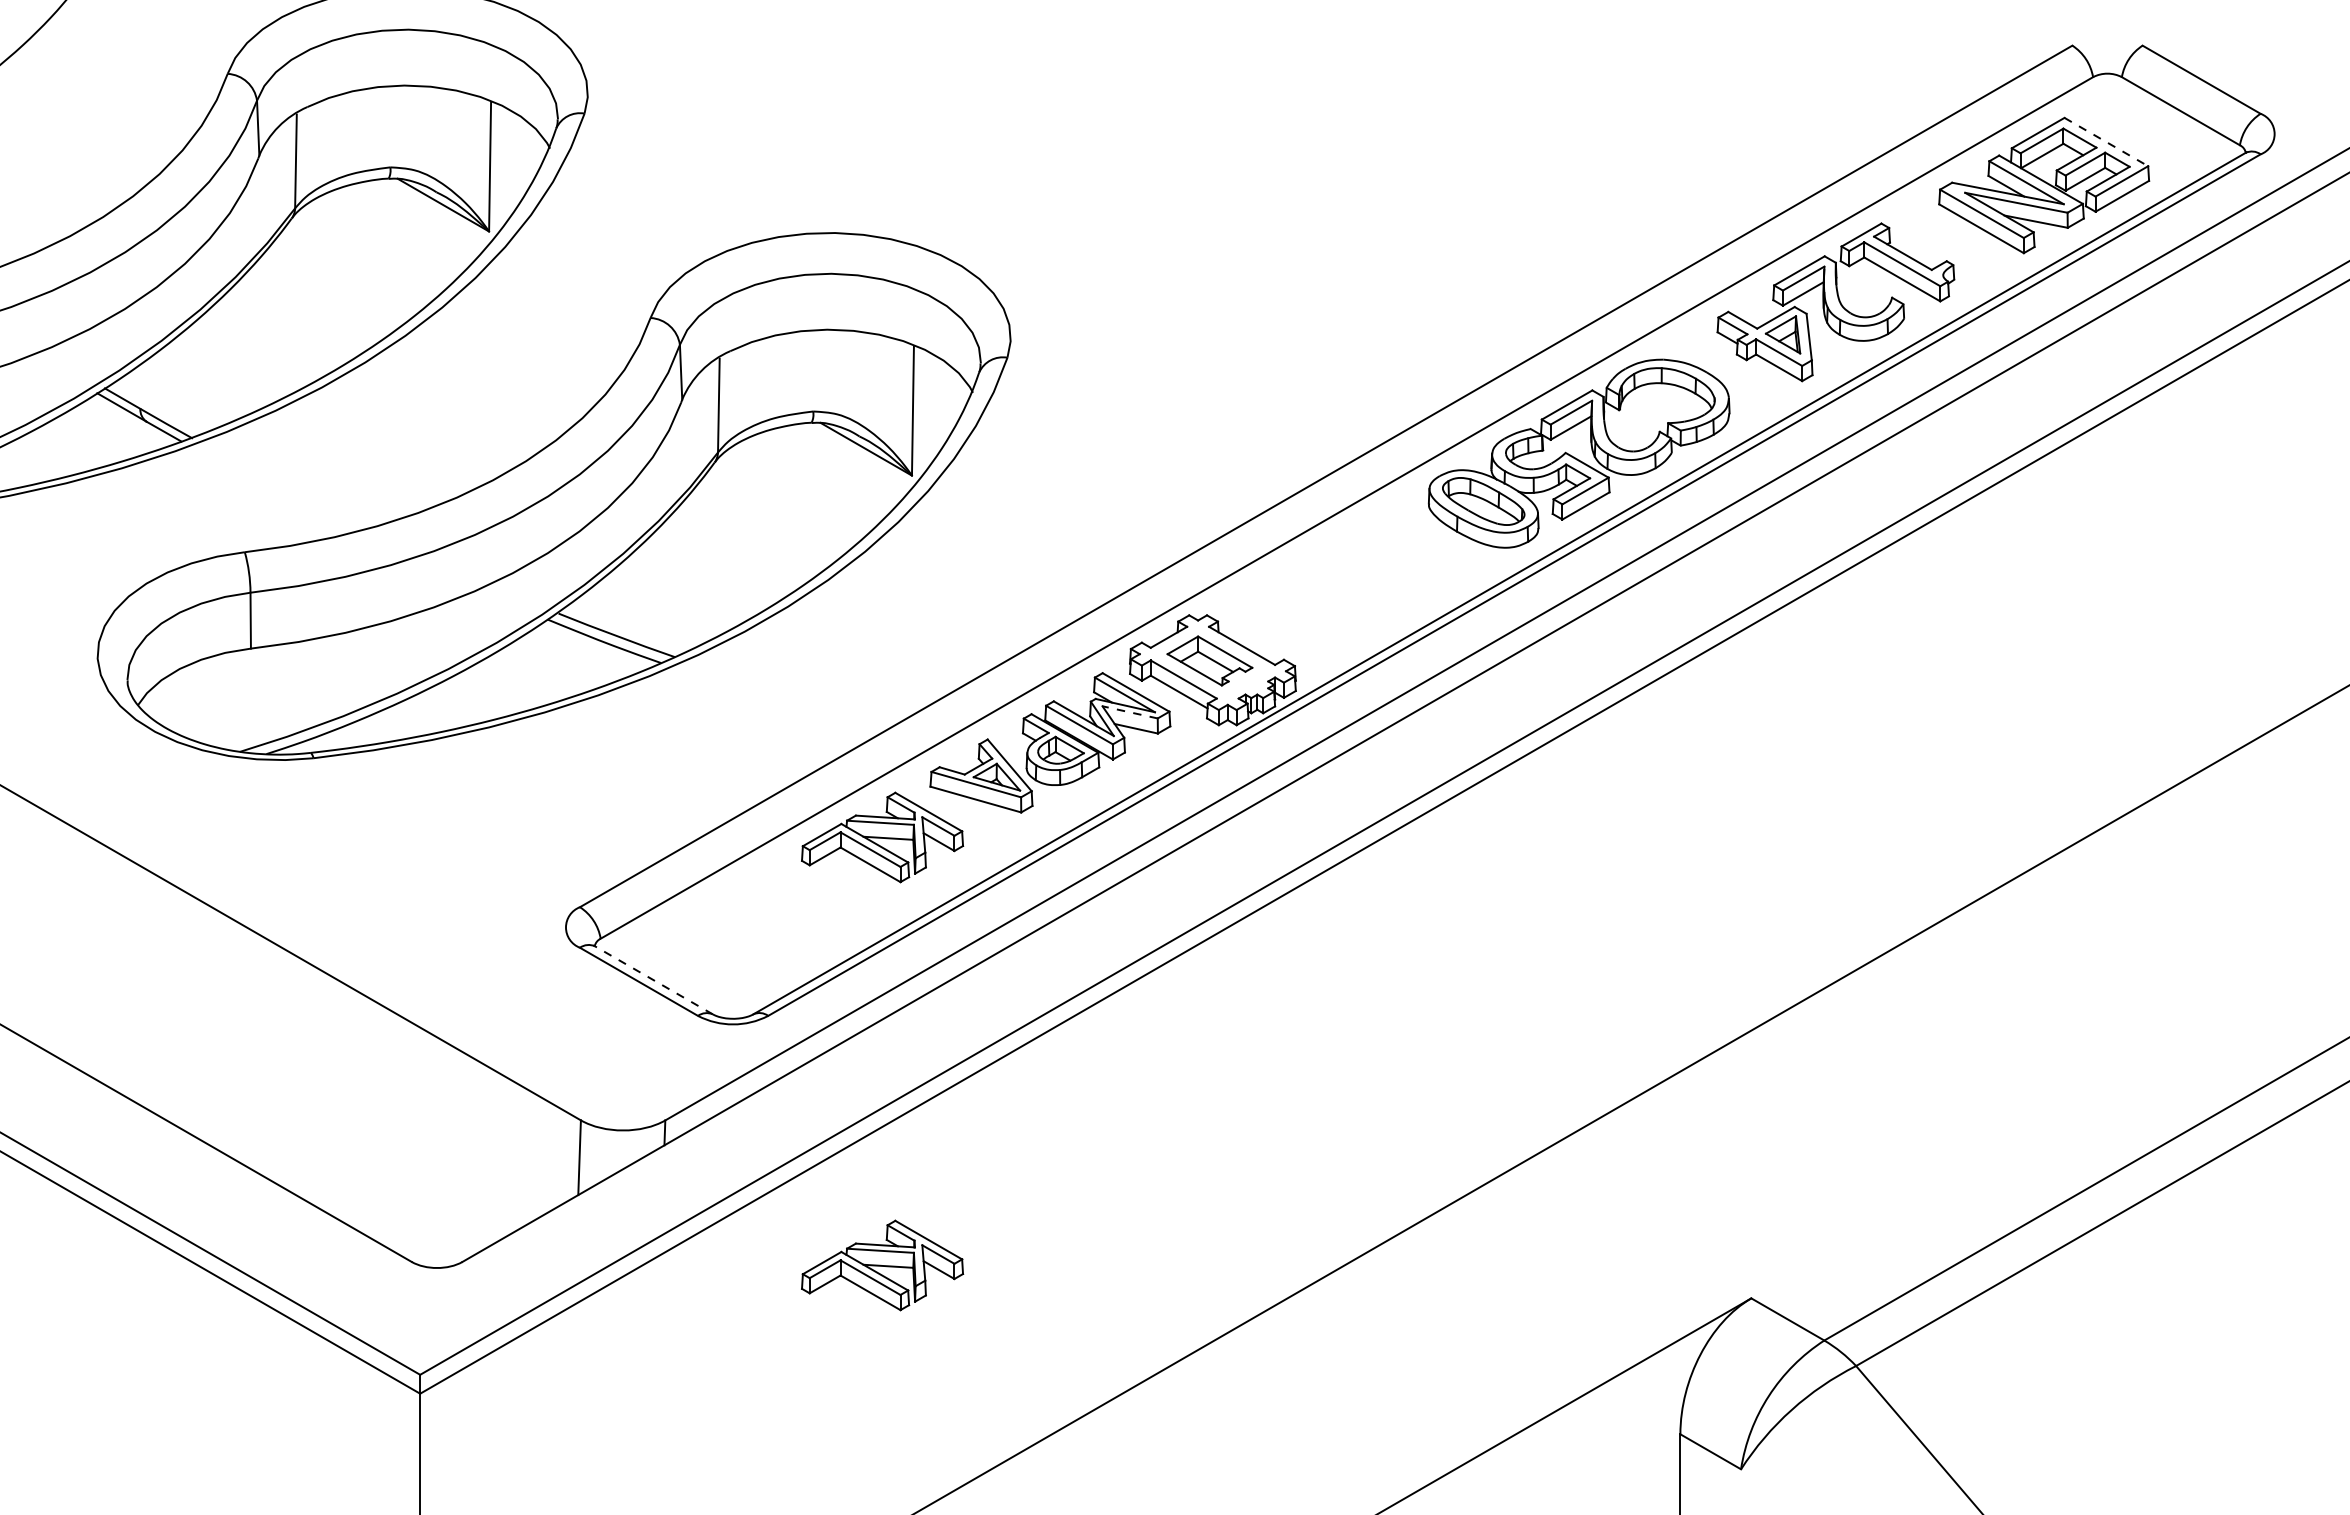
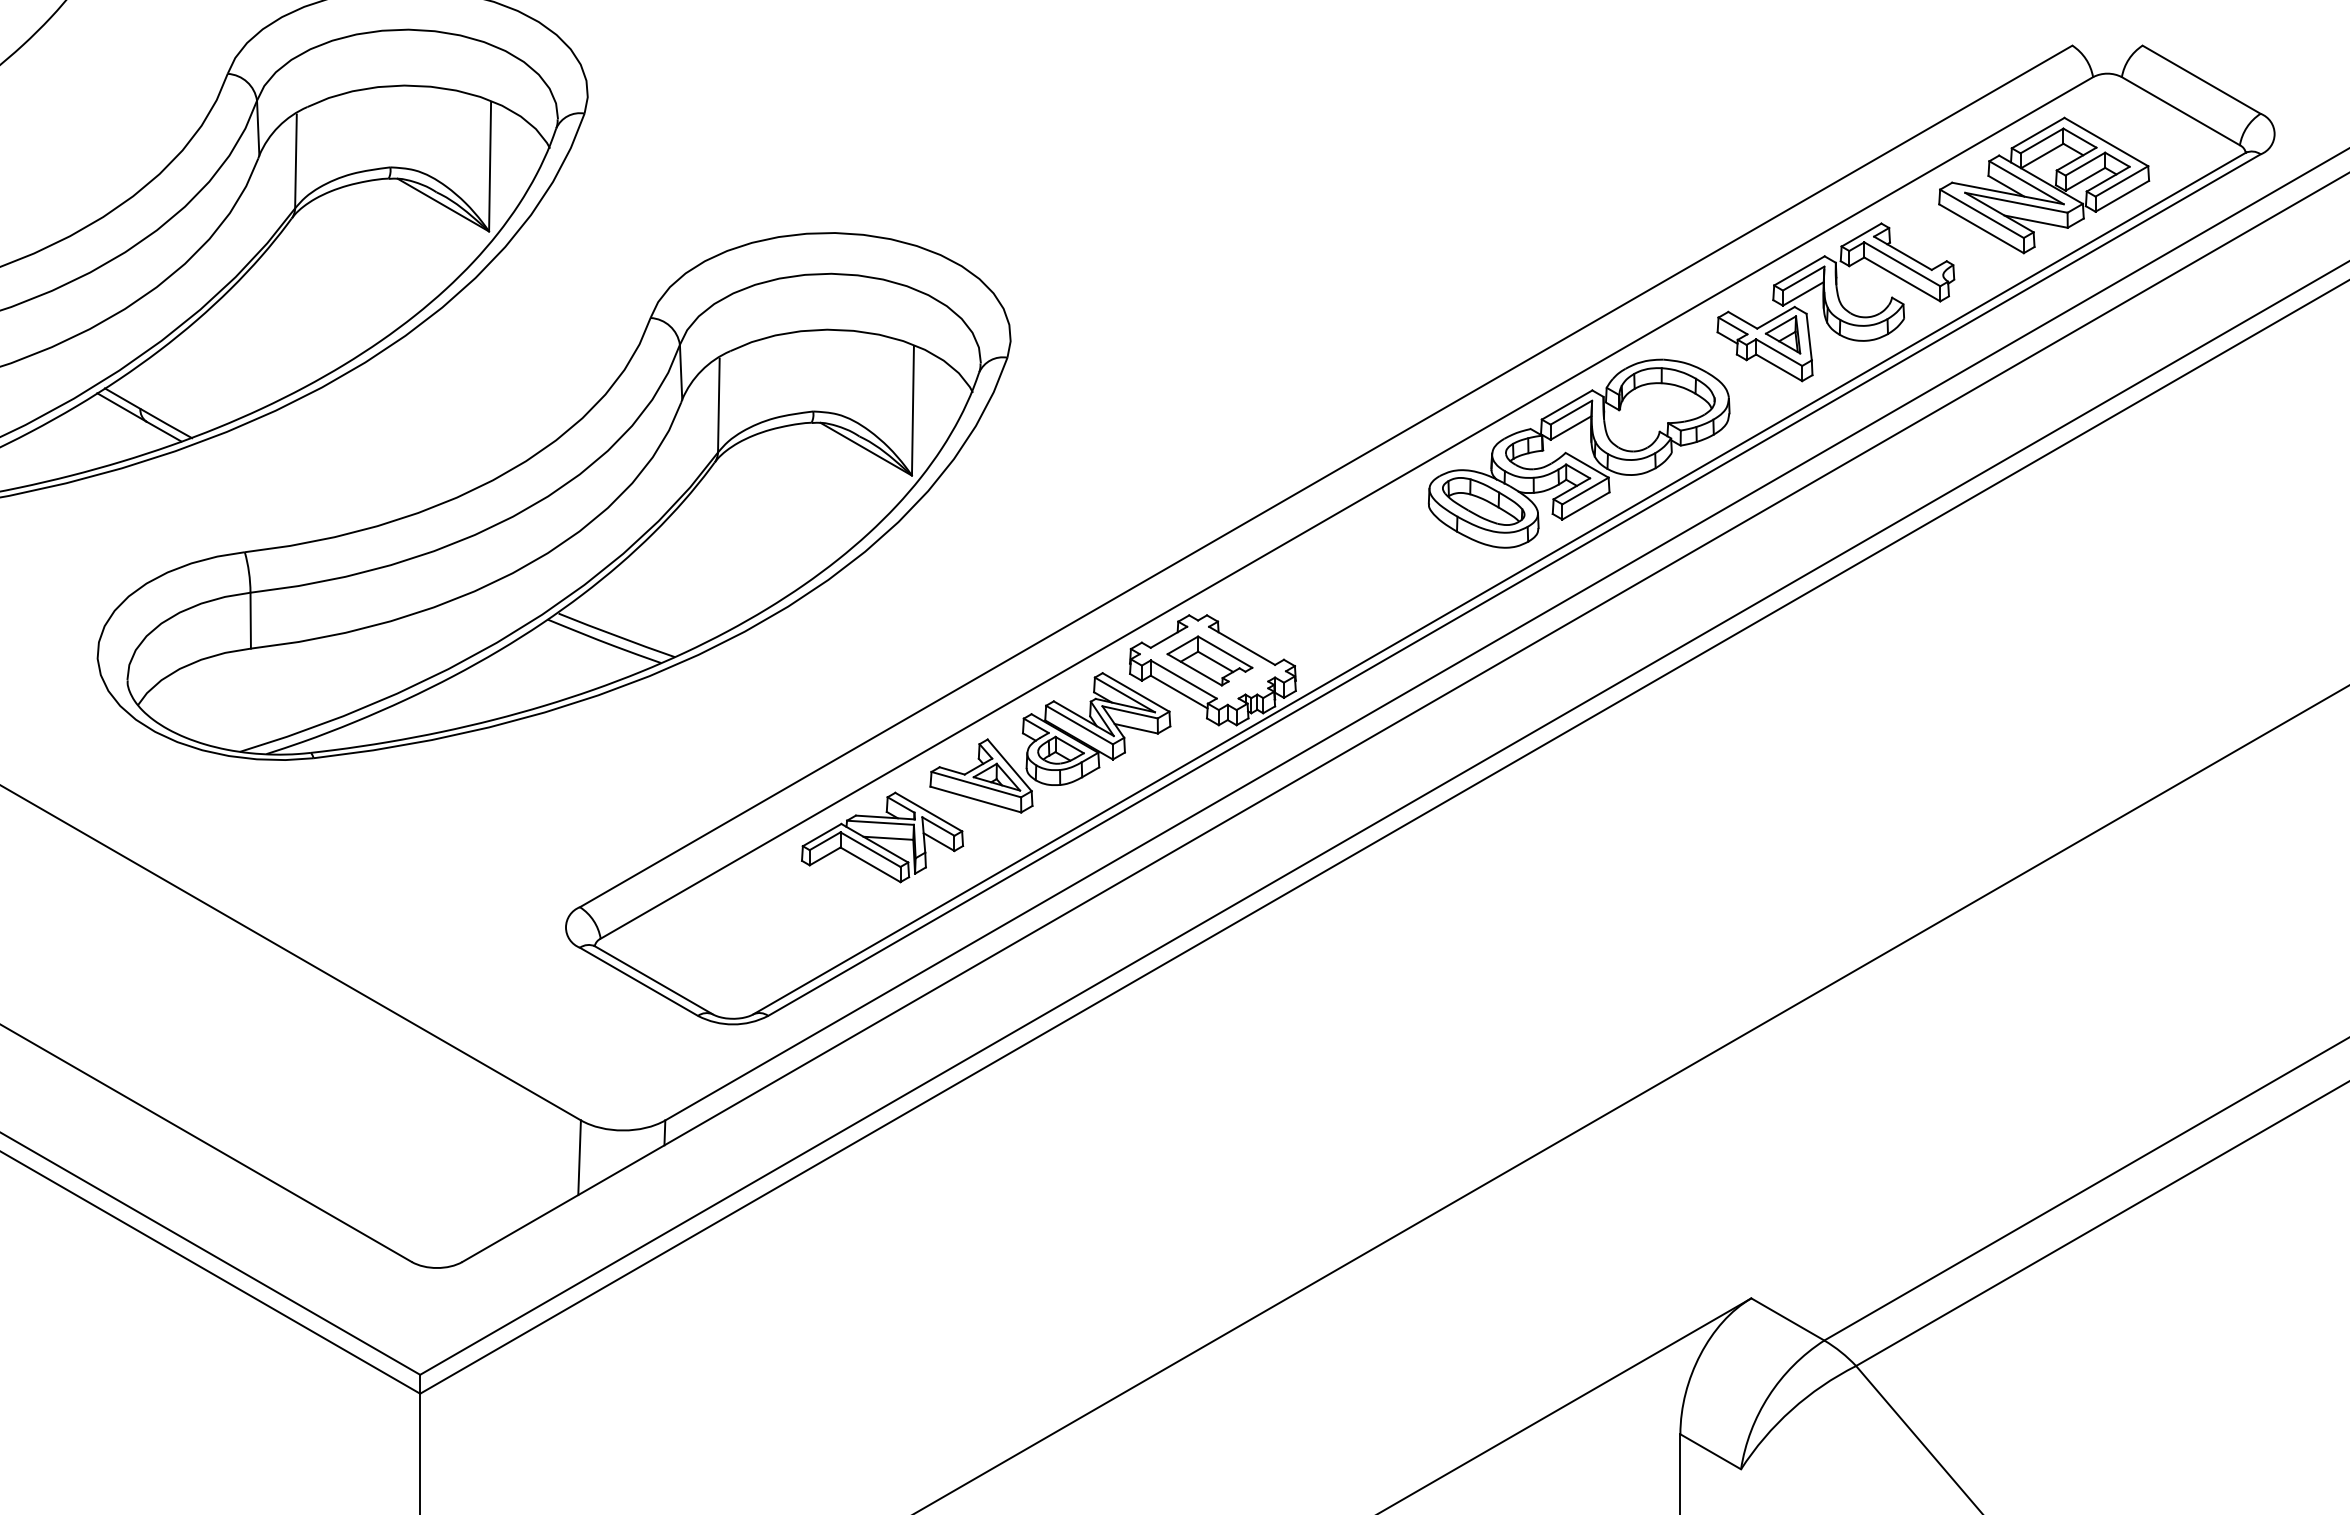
line at (2106, 142): dashed -> solid
line at (1129, 712): dashed -> solid
line at (653, 980): dashed -> solid
part at (882, 1265): present -> none
